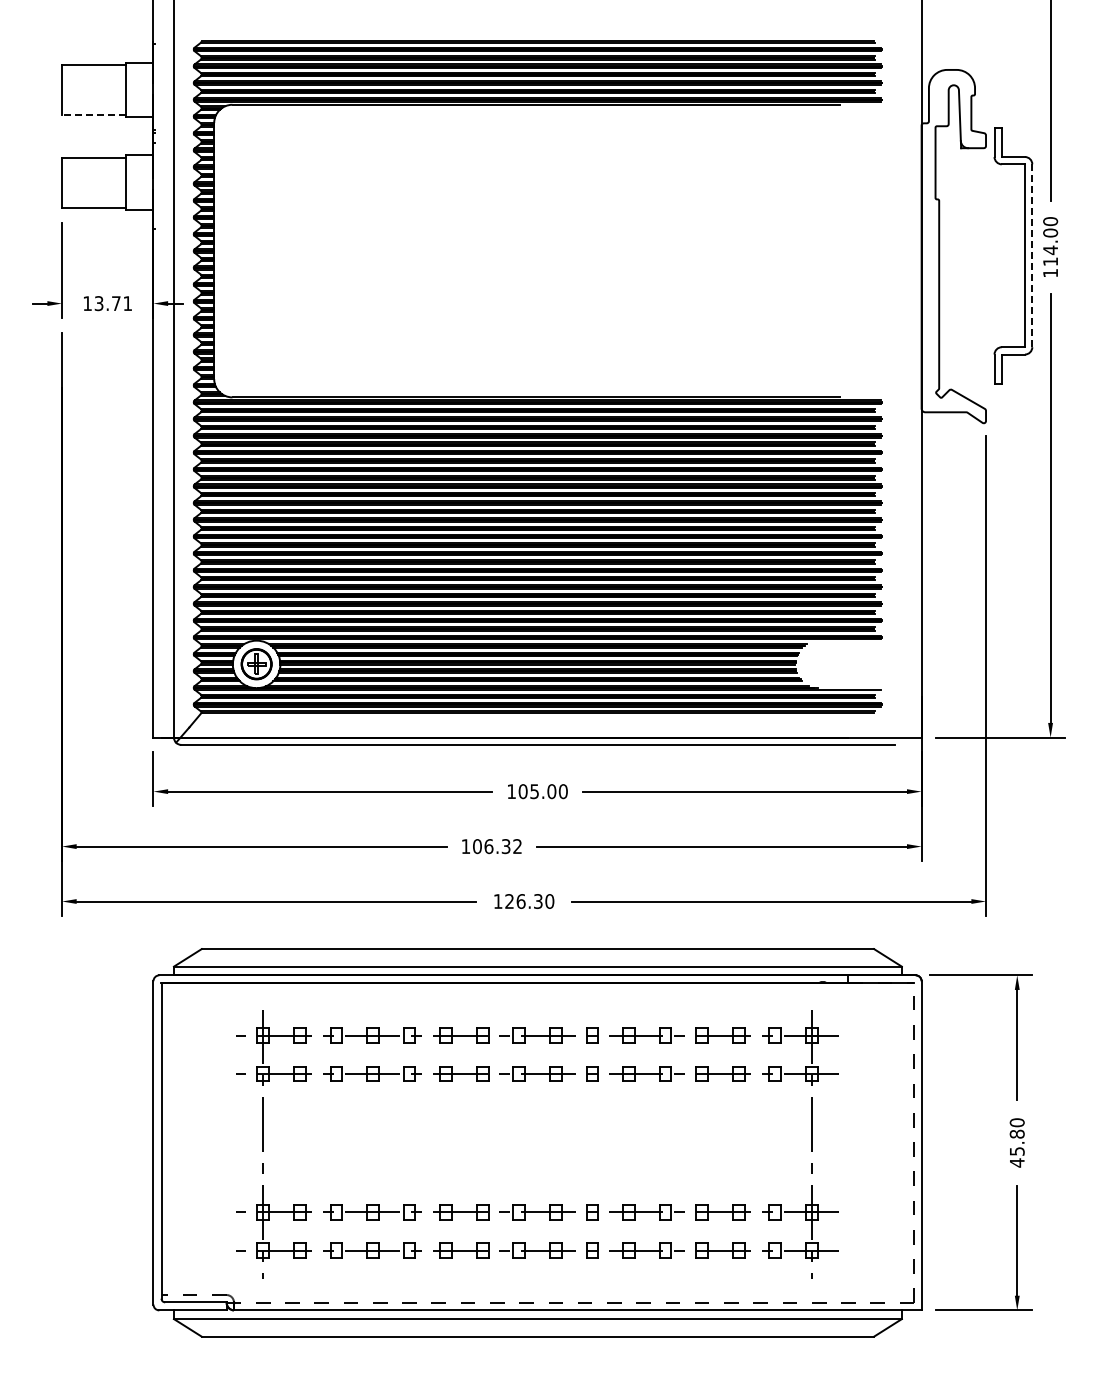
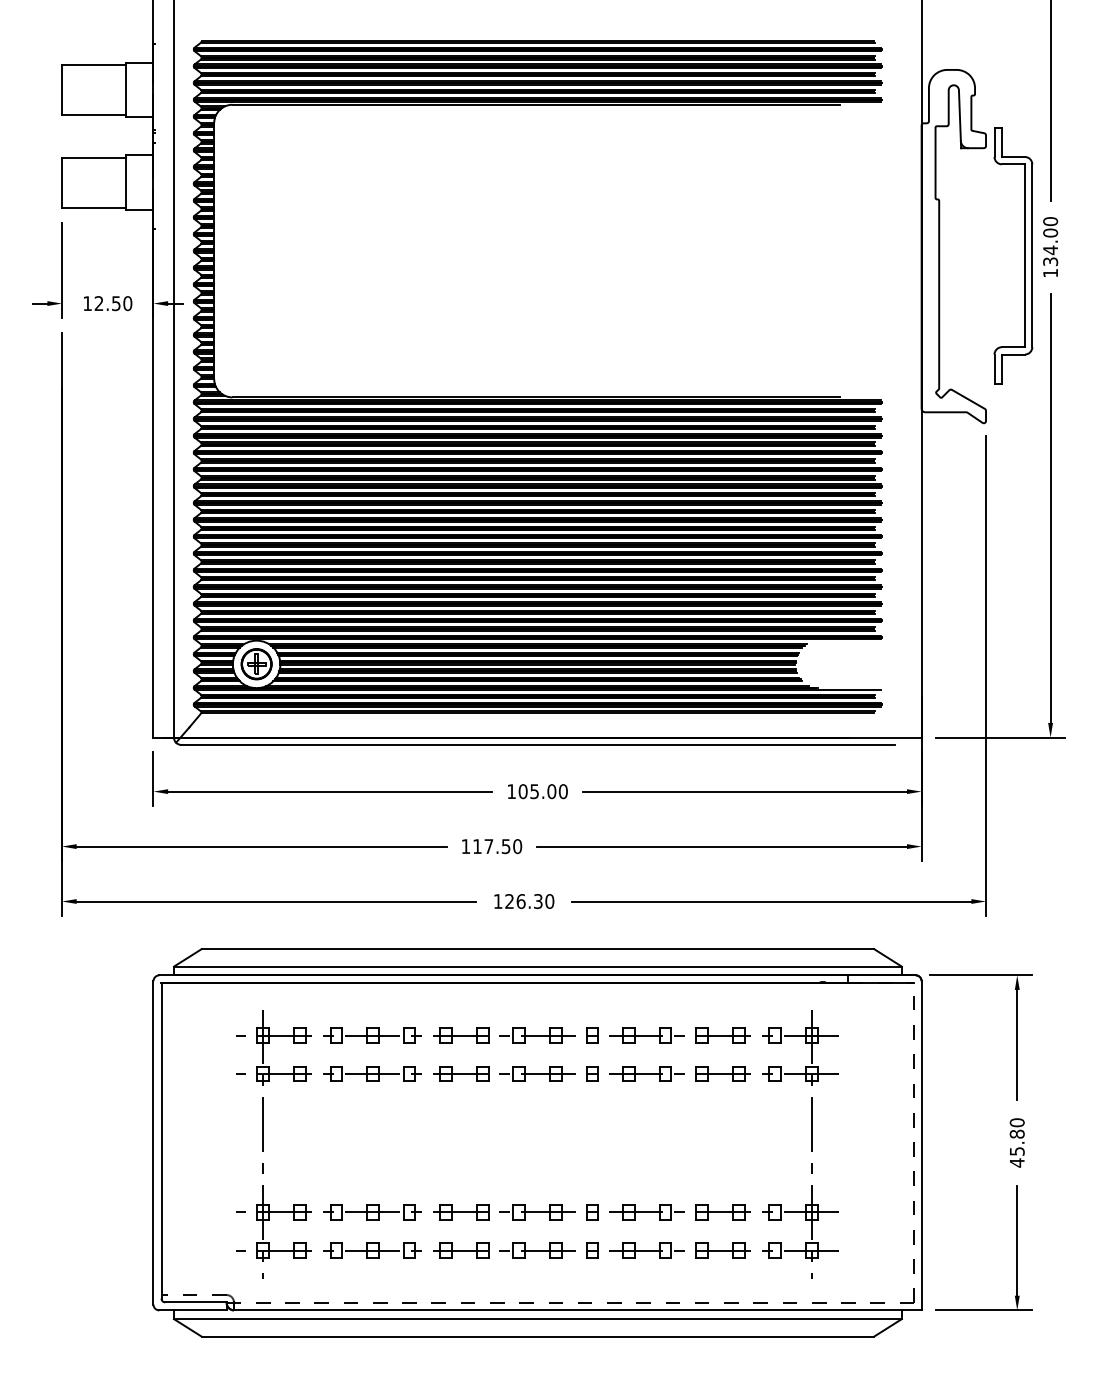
line at (93, 115): dashed -> solid
line at (1032, 256): dashed -> solid
text at (1050, 261): 114.00 -> 134.00
text at (113, 303): 13.71 -> 12.50
text at (497, 846): 106.32 -> 117.50
